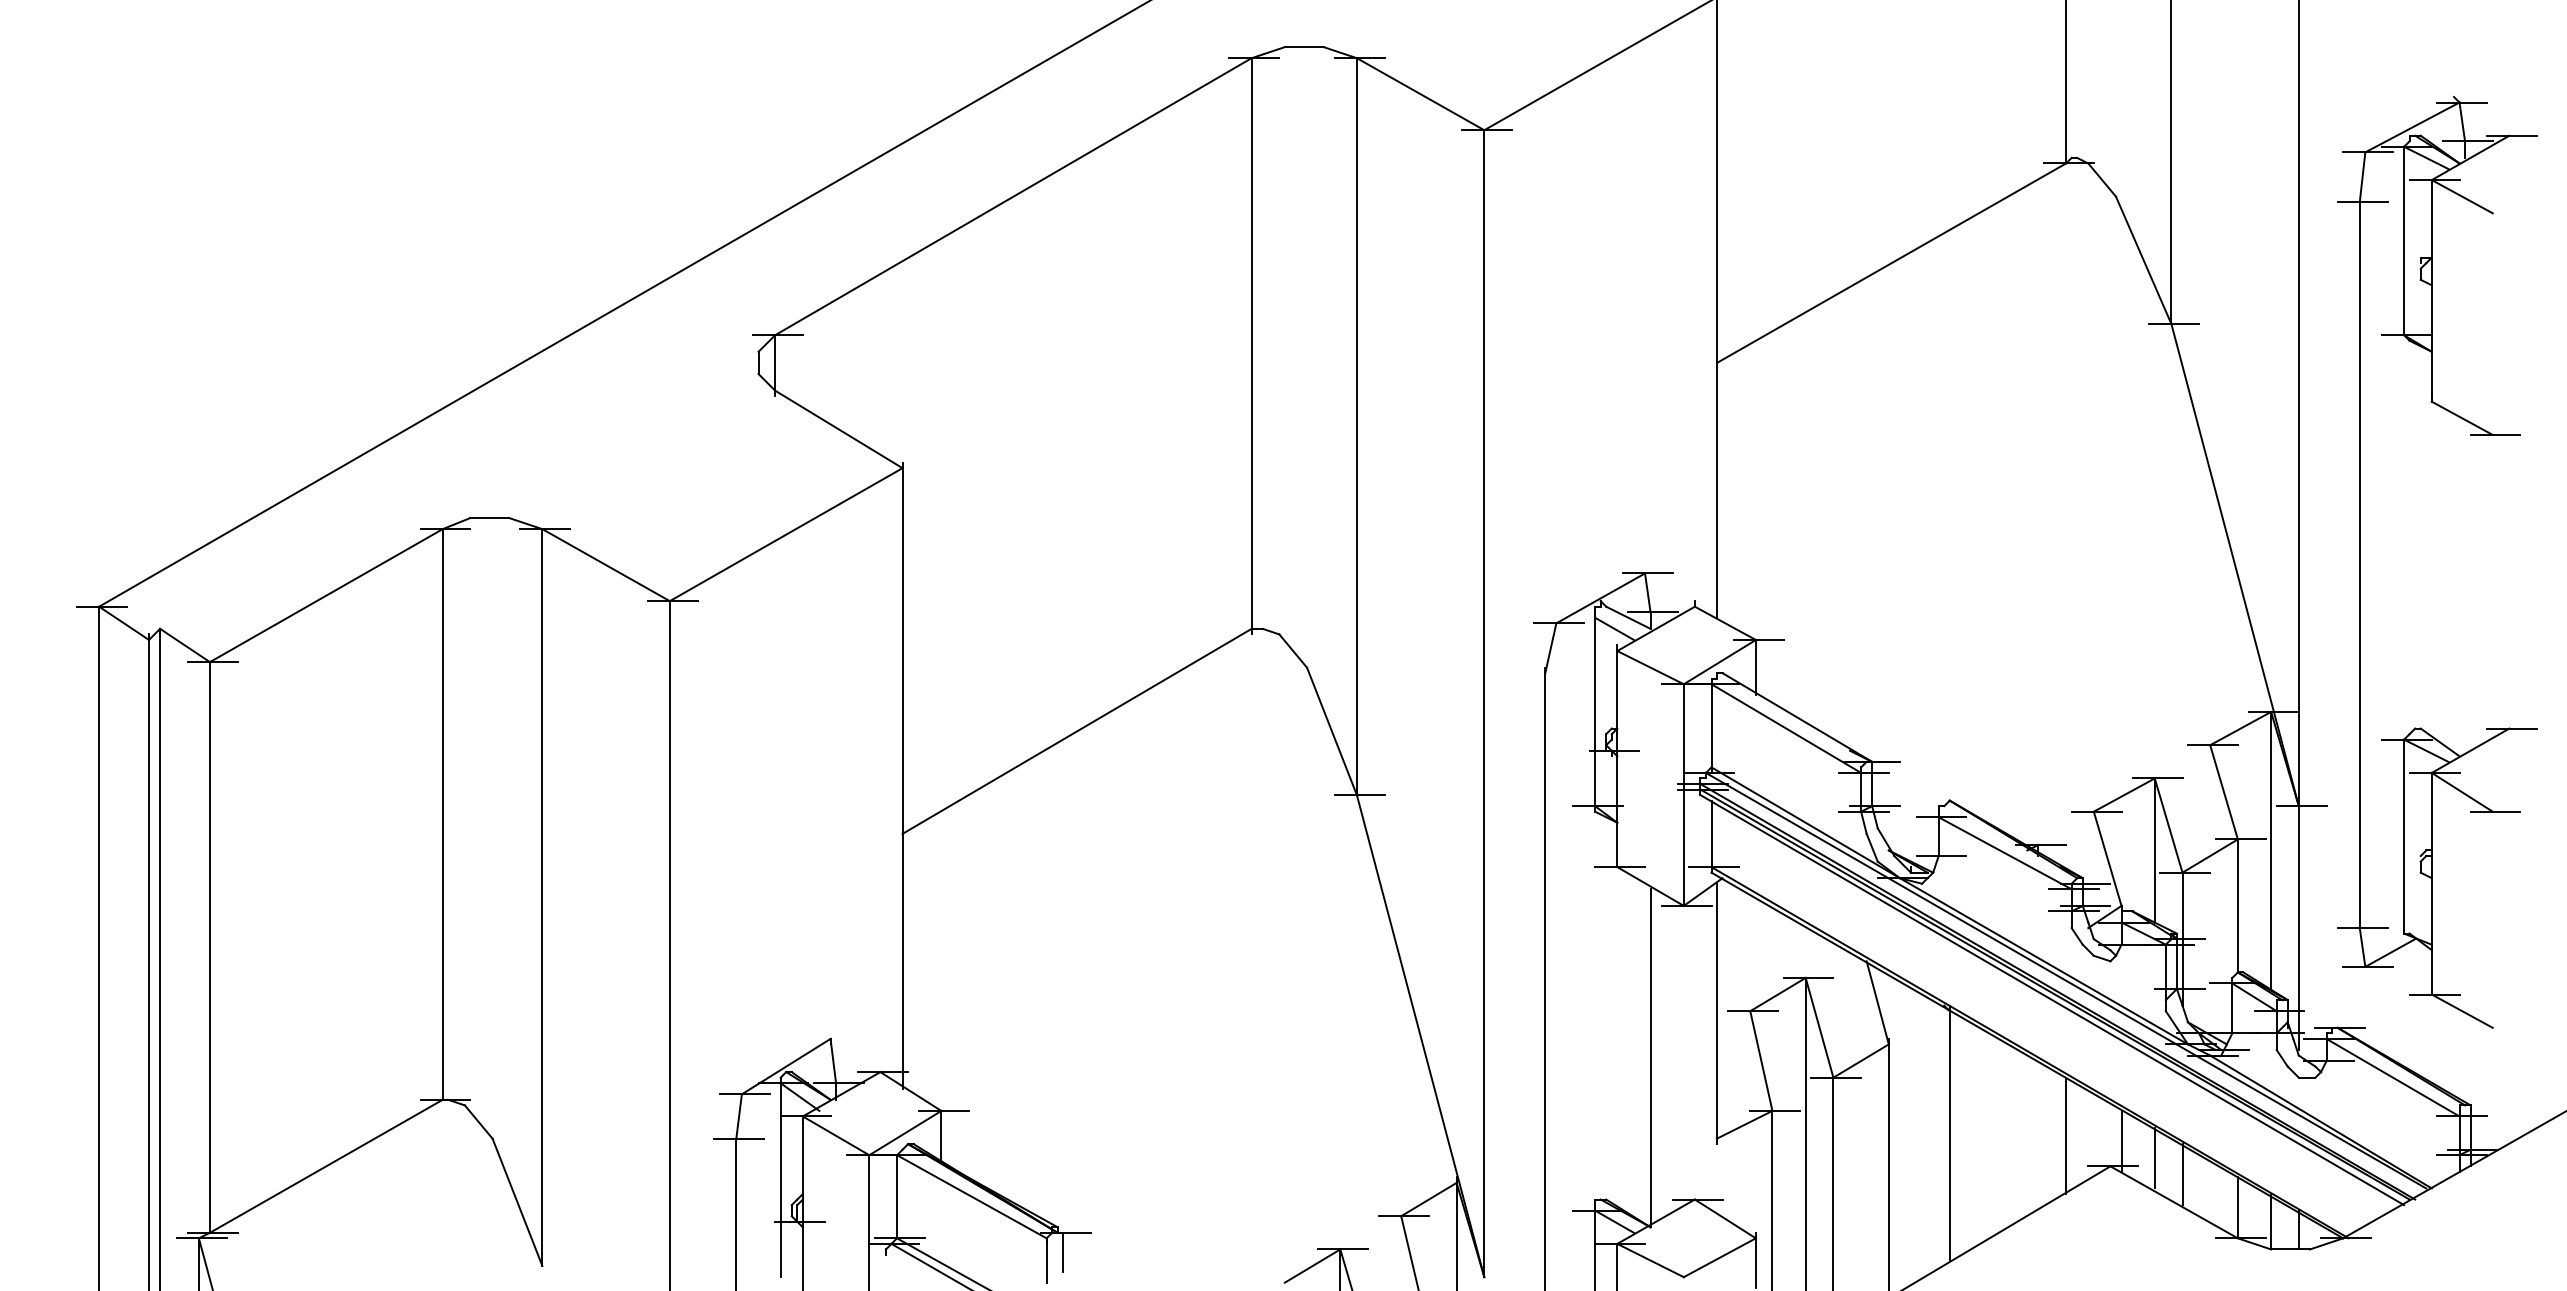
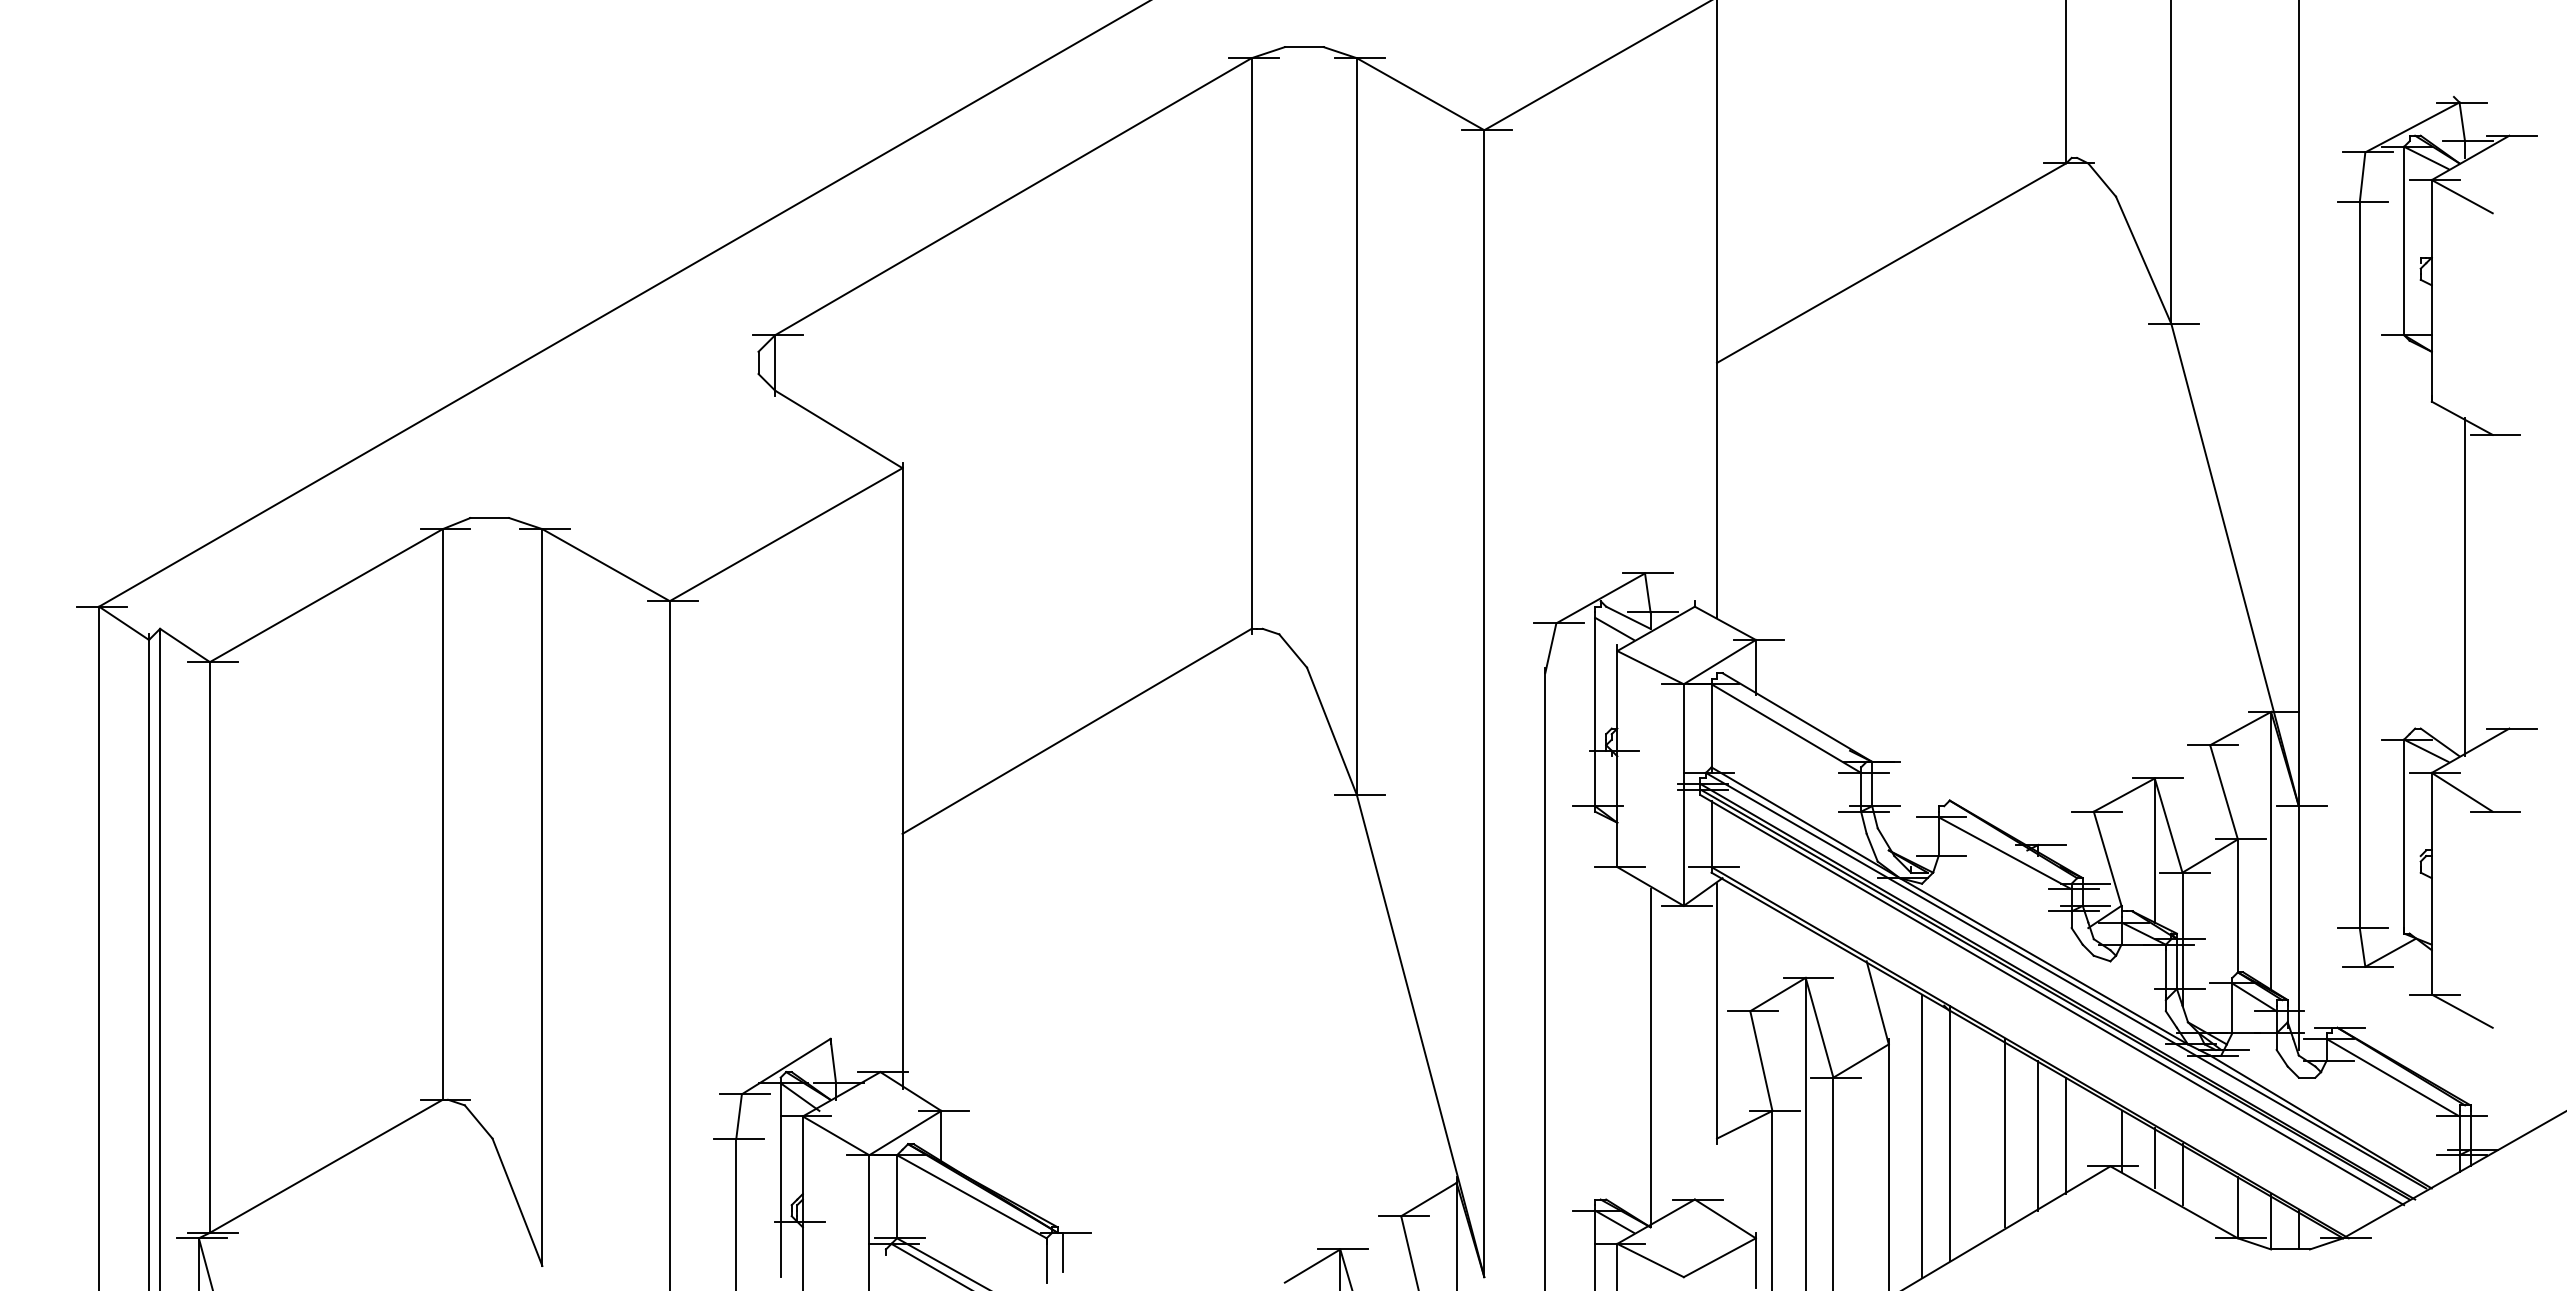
line at (2465, 587): none -> present
line at (2005, 1132): none -> present
line at (1922, 1135): none -> present
line at (2038, 1135): none -> present
